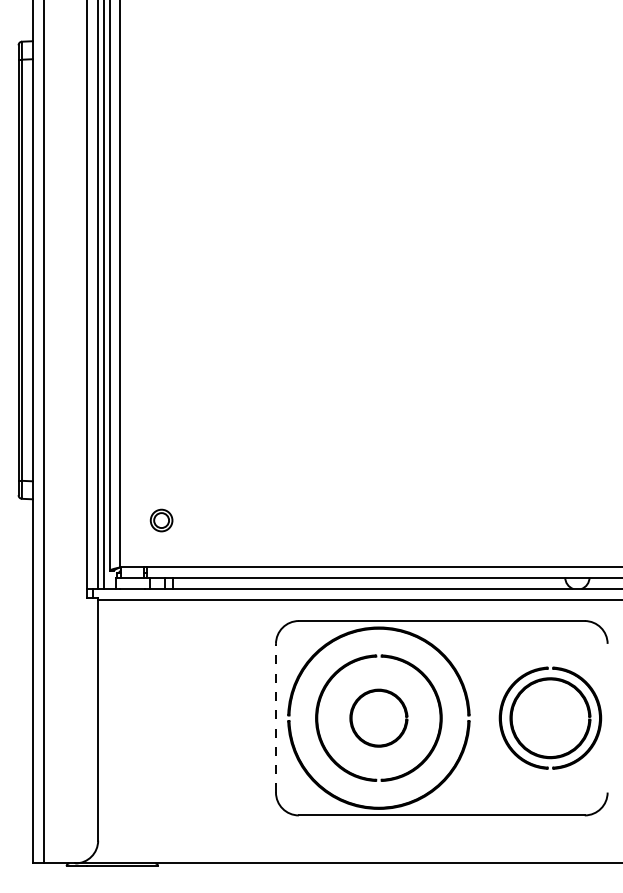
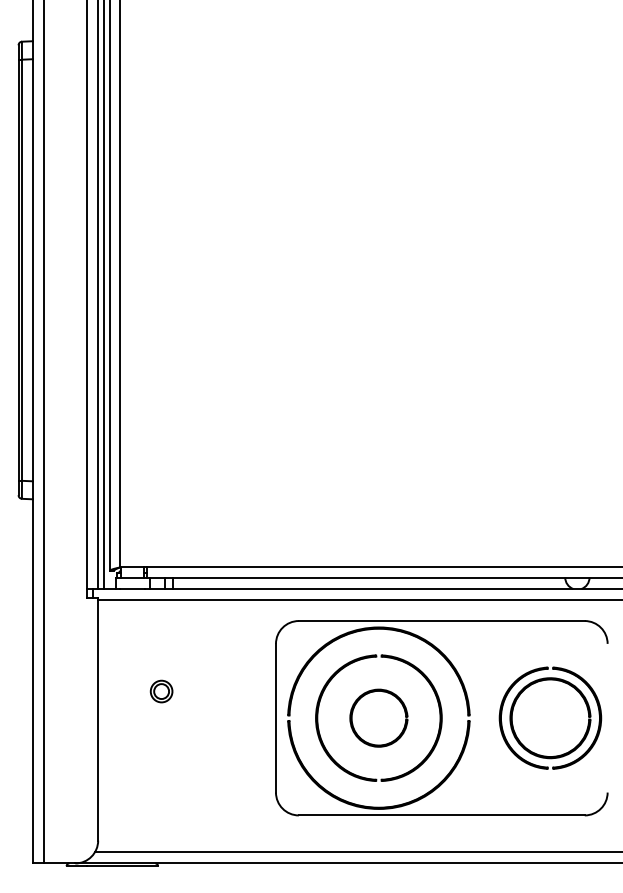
part at (161, 520) position: (161, 520) -> (161, 691)
line at (275, 717): dashed -> solid
line at (356, 852): none -> present
